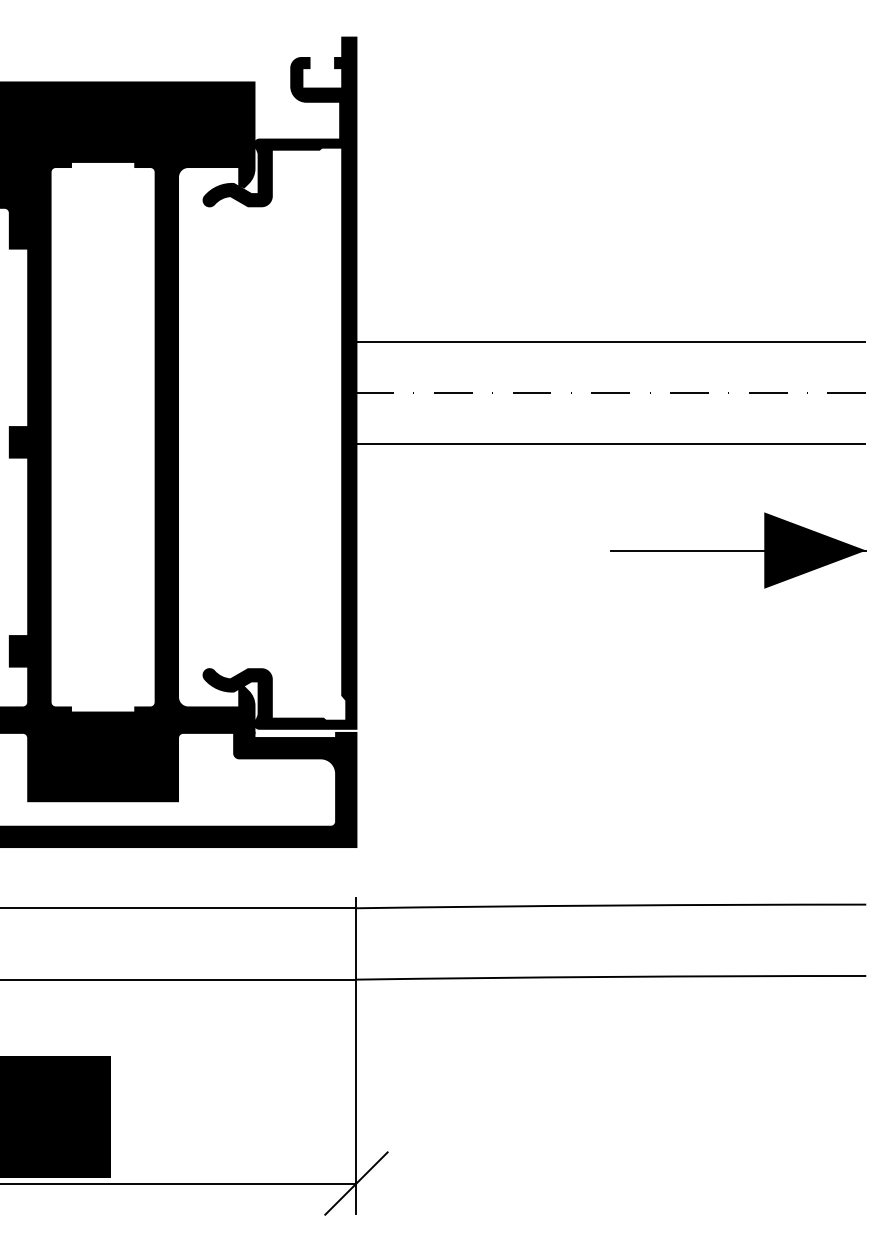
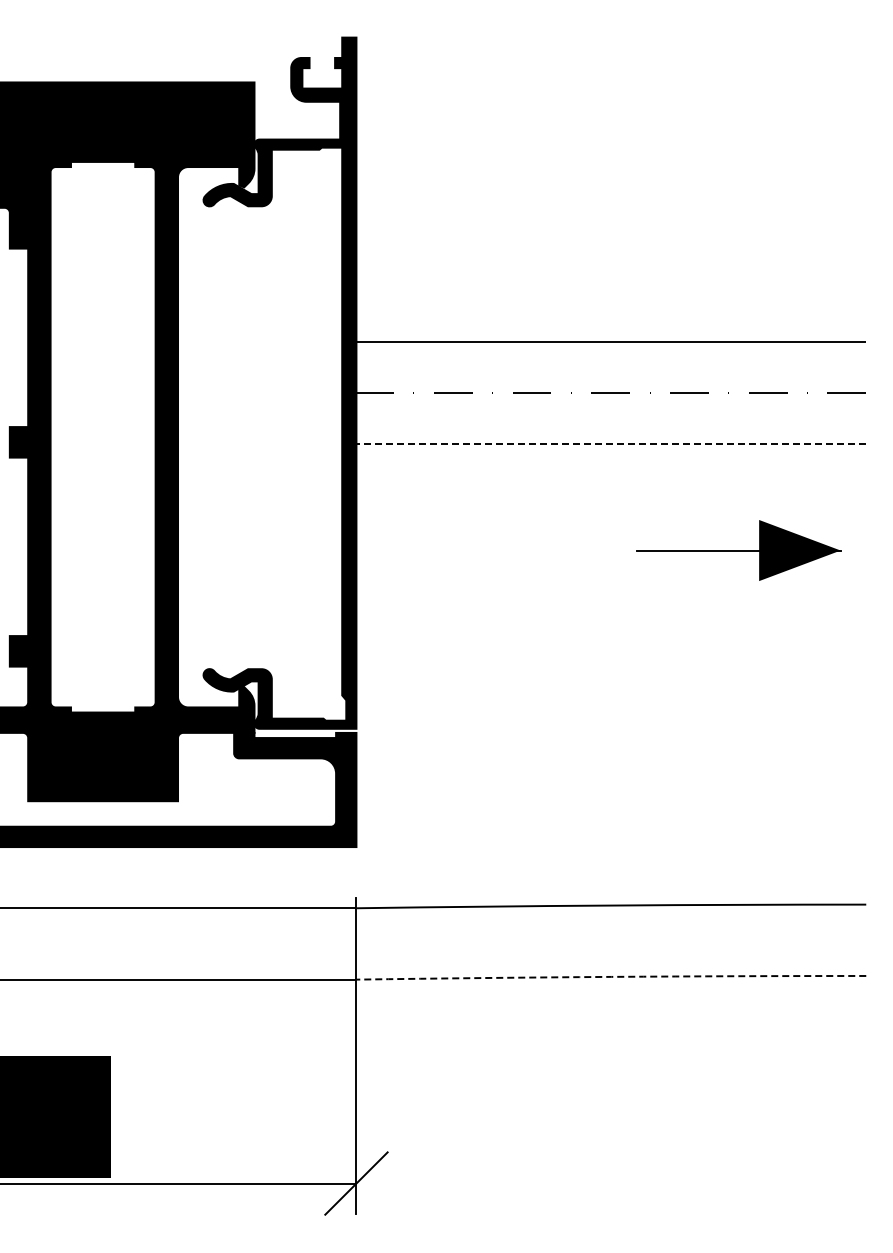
line at (611, 444): solid -> dashed
part at (738, 550) size: 257x77 px -> 206x61 px
arc at (611, 976): solid -> dashed
